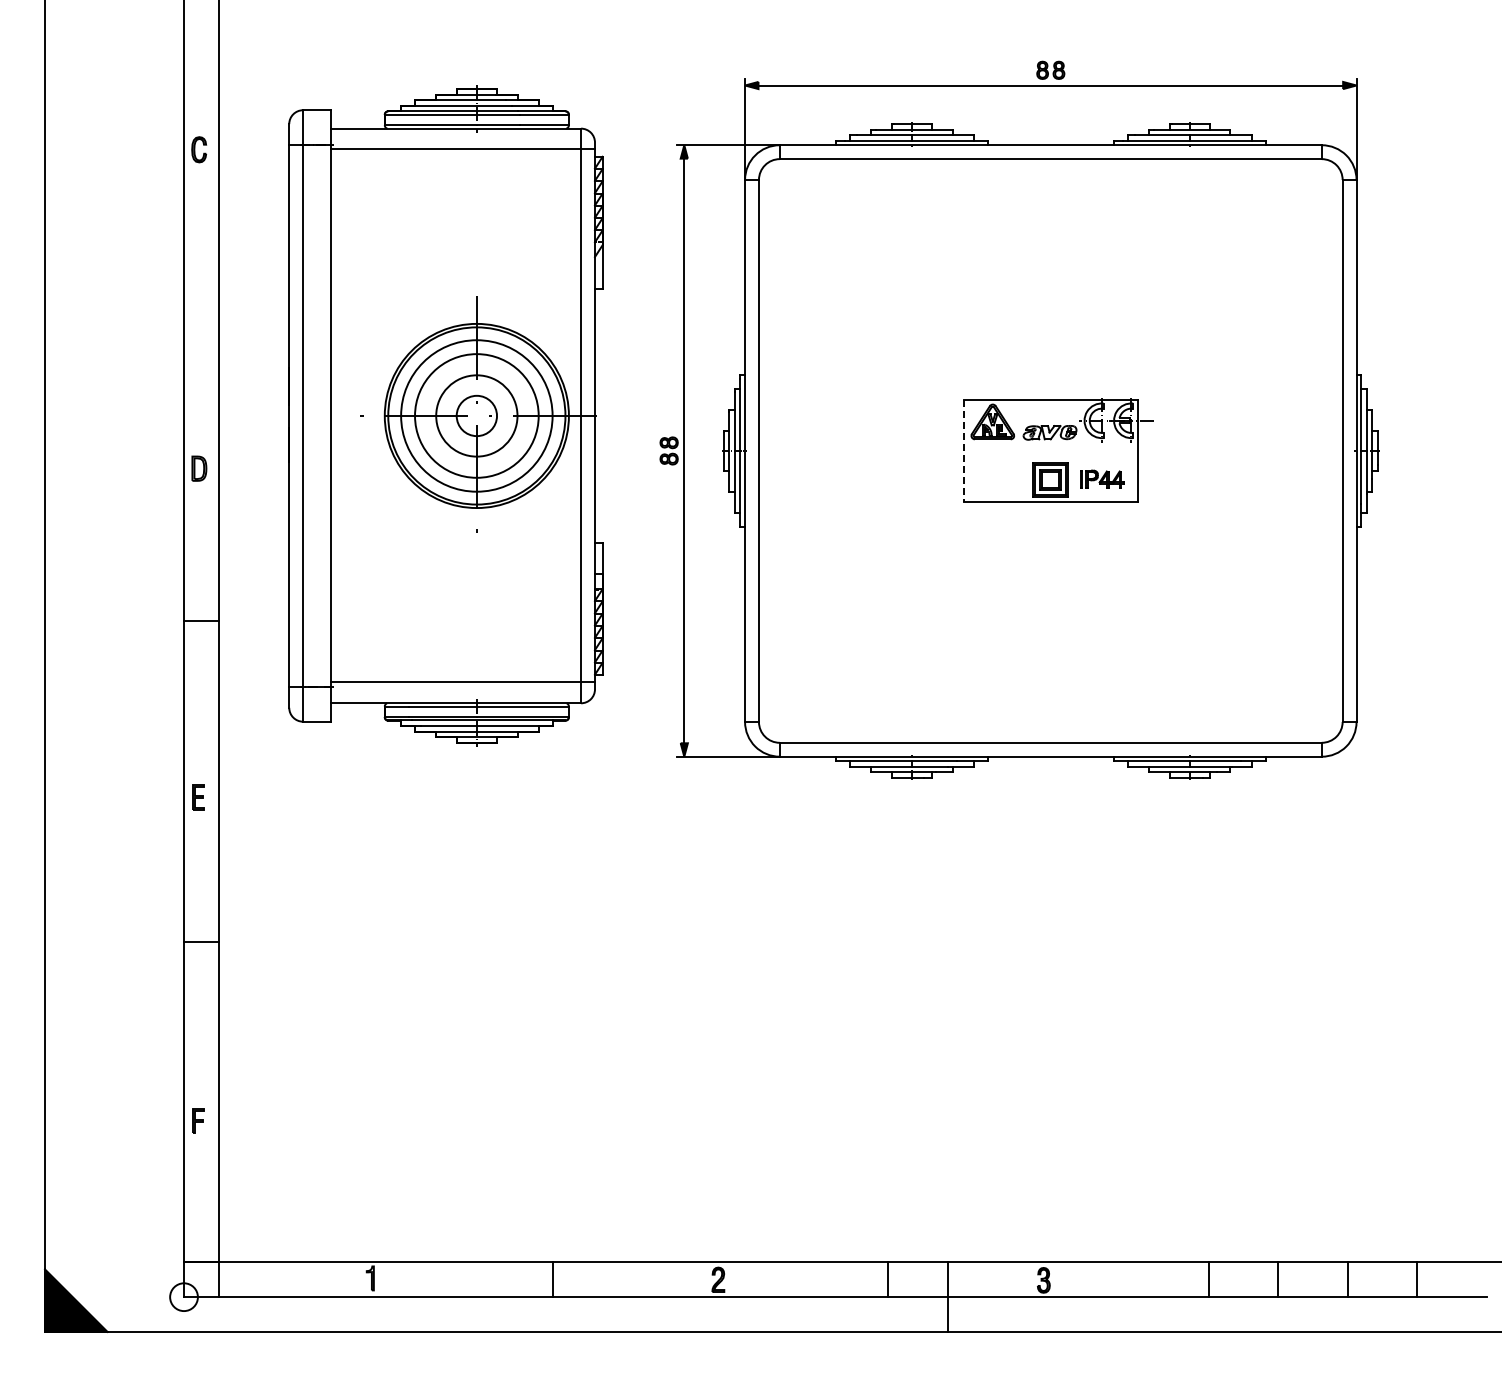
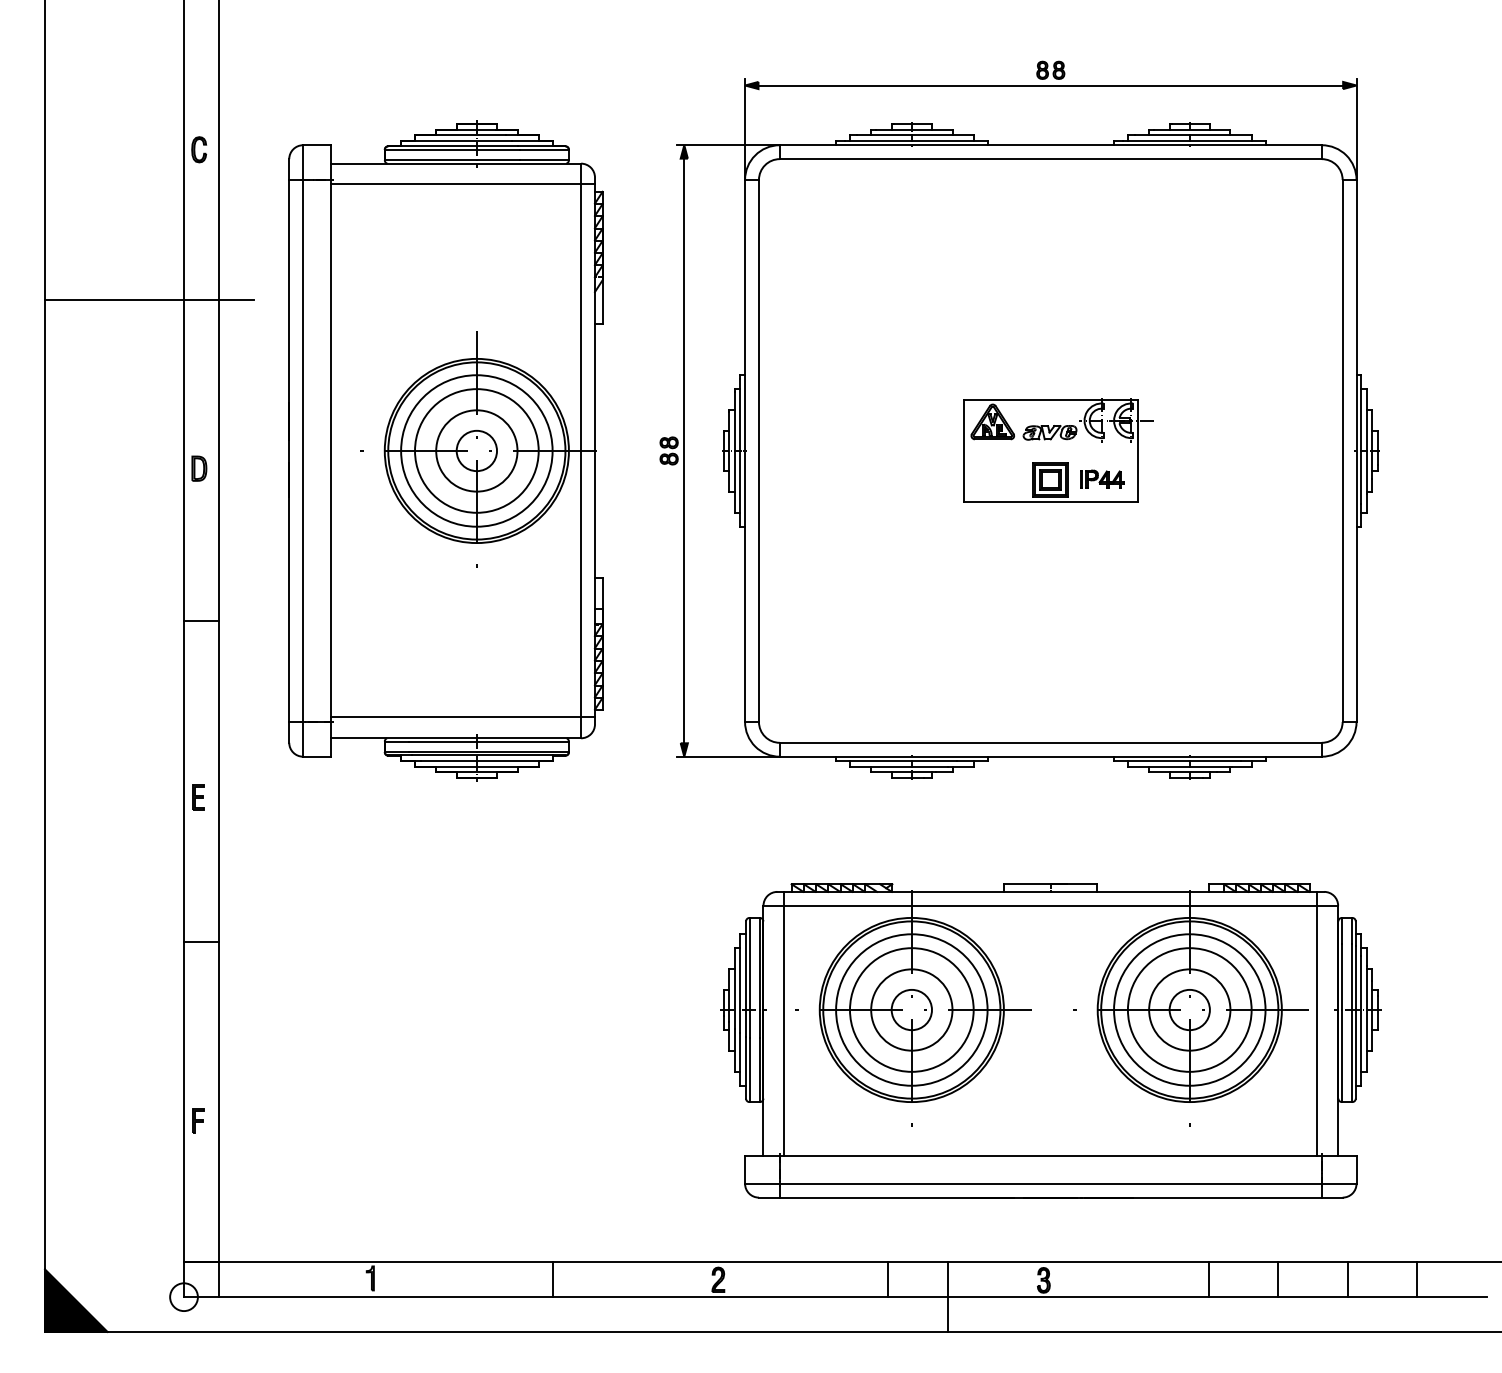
line at (149, 300): none -> present
part at (445, 415) position: (445, 415) -> (445, 450)
line at (963, 451): dashed -> solid
part at (1050, 1040): none -> present
